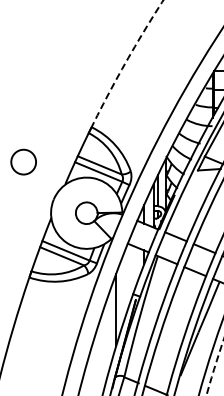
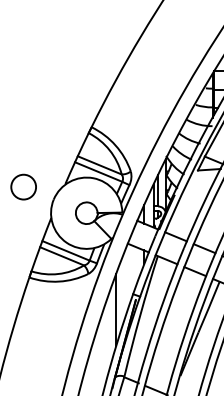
arc at (125, 63): dashed -> solid
circle at (23, 161) position: (23, 161) -> (23, 186)
arc at (214, 367): dashed -> solid
